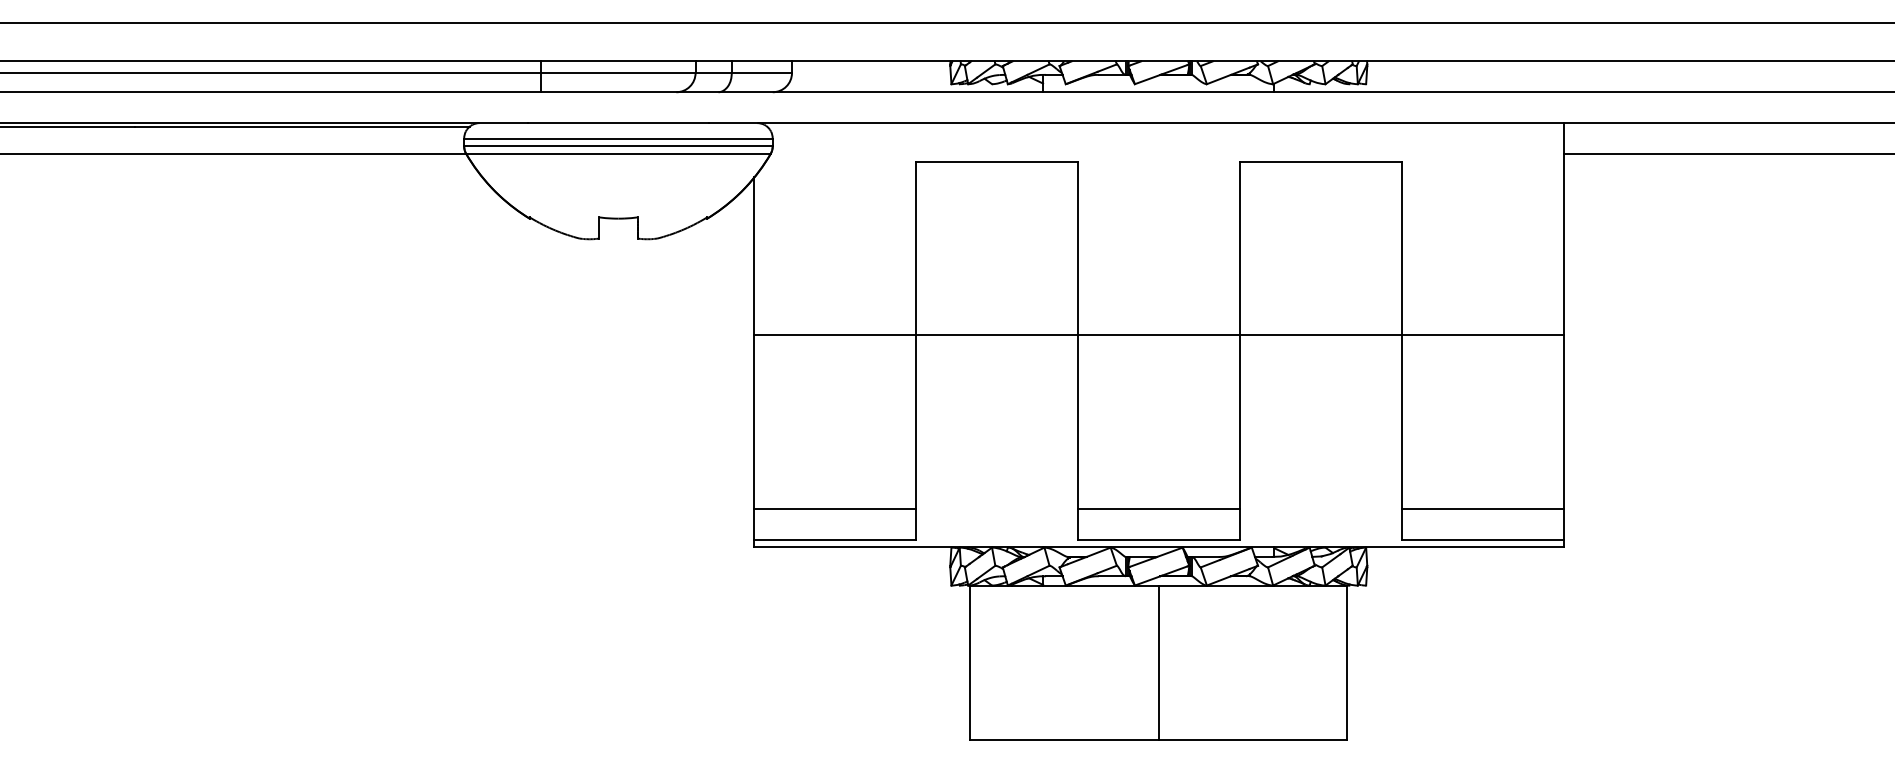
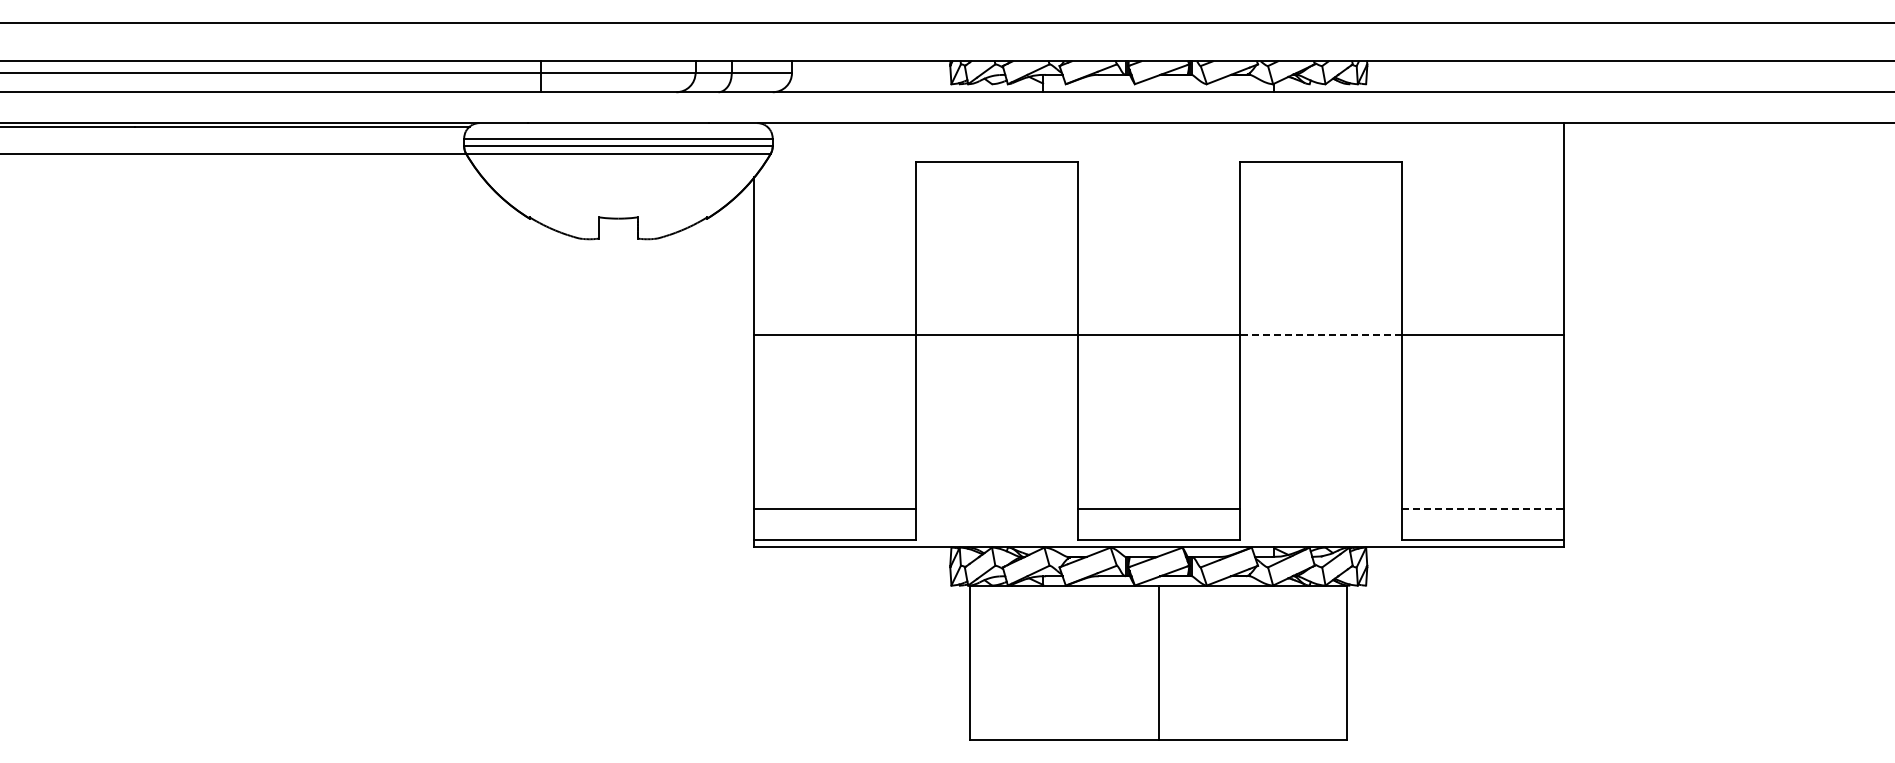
line at (1727, 153): present -> none
line at (1320, 335): solid -> dashed
line at (1482, 508): solid -> dashed
